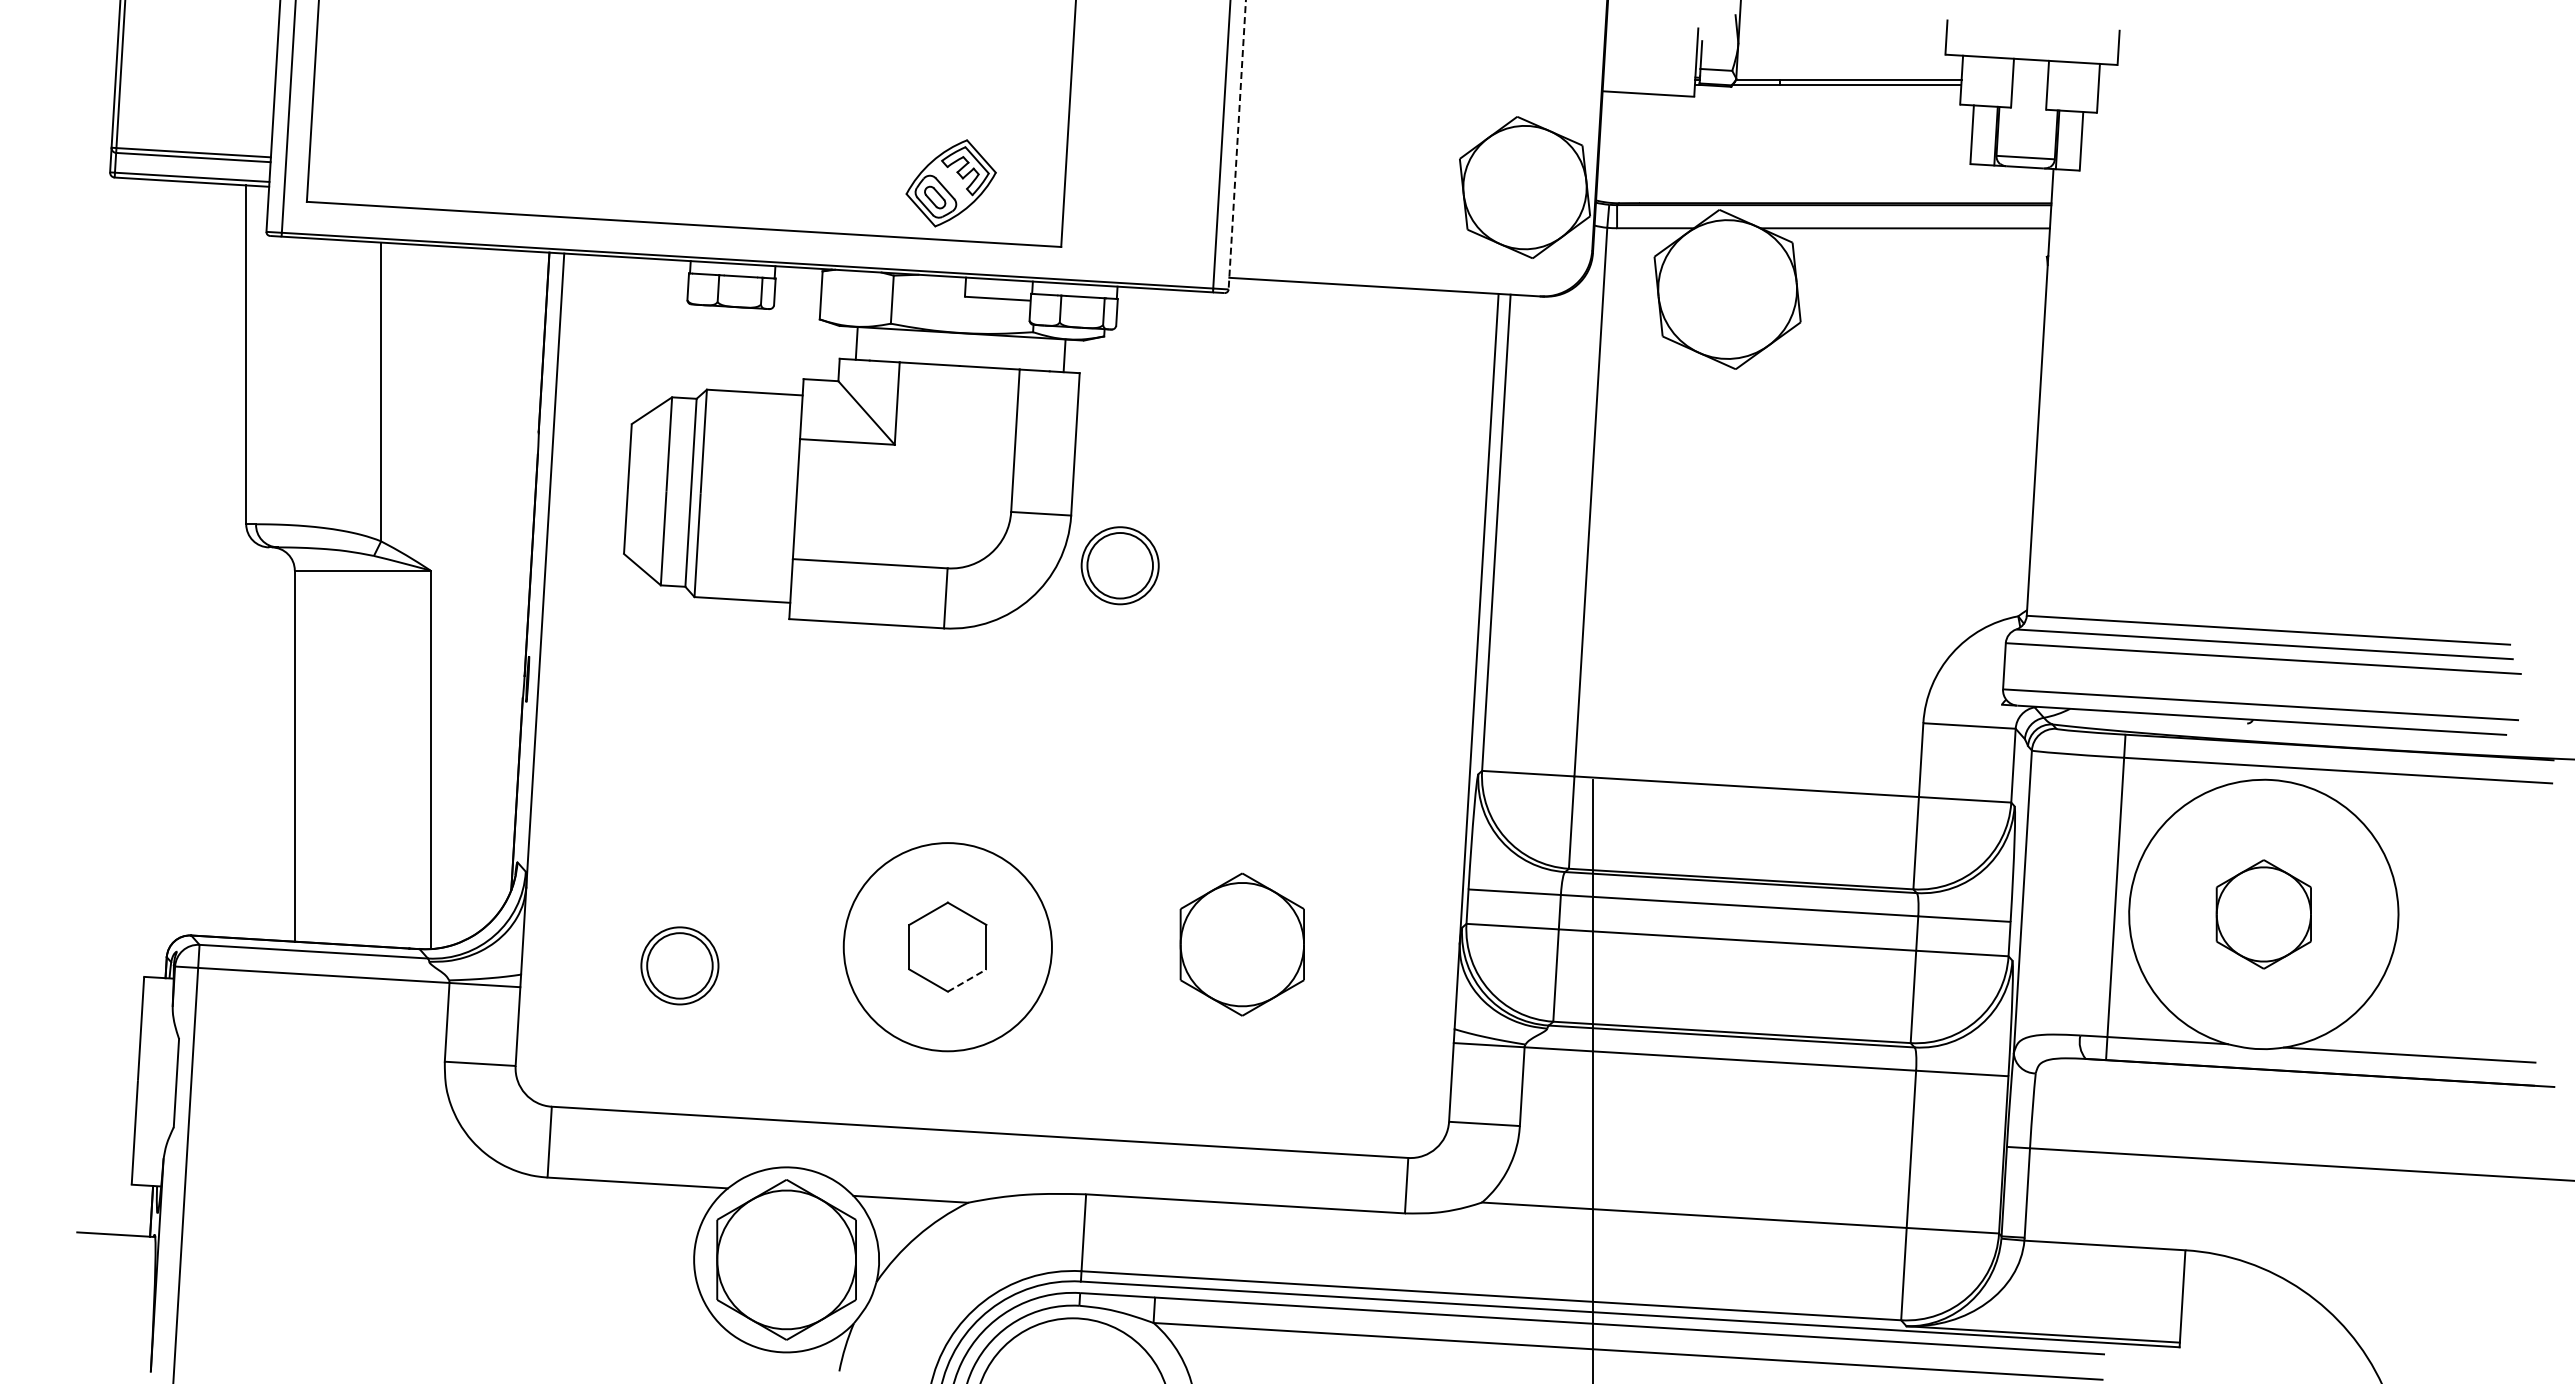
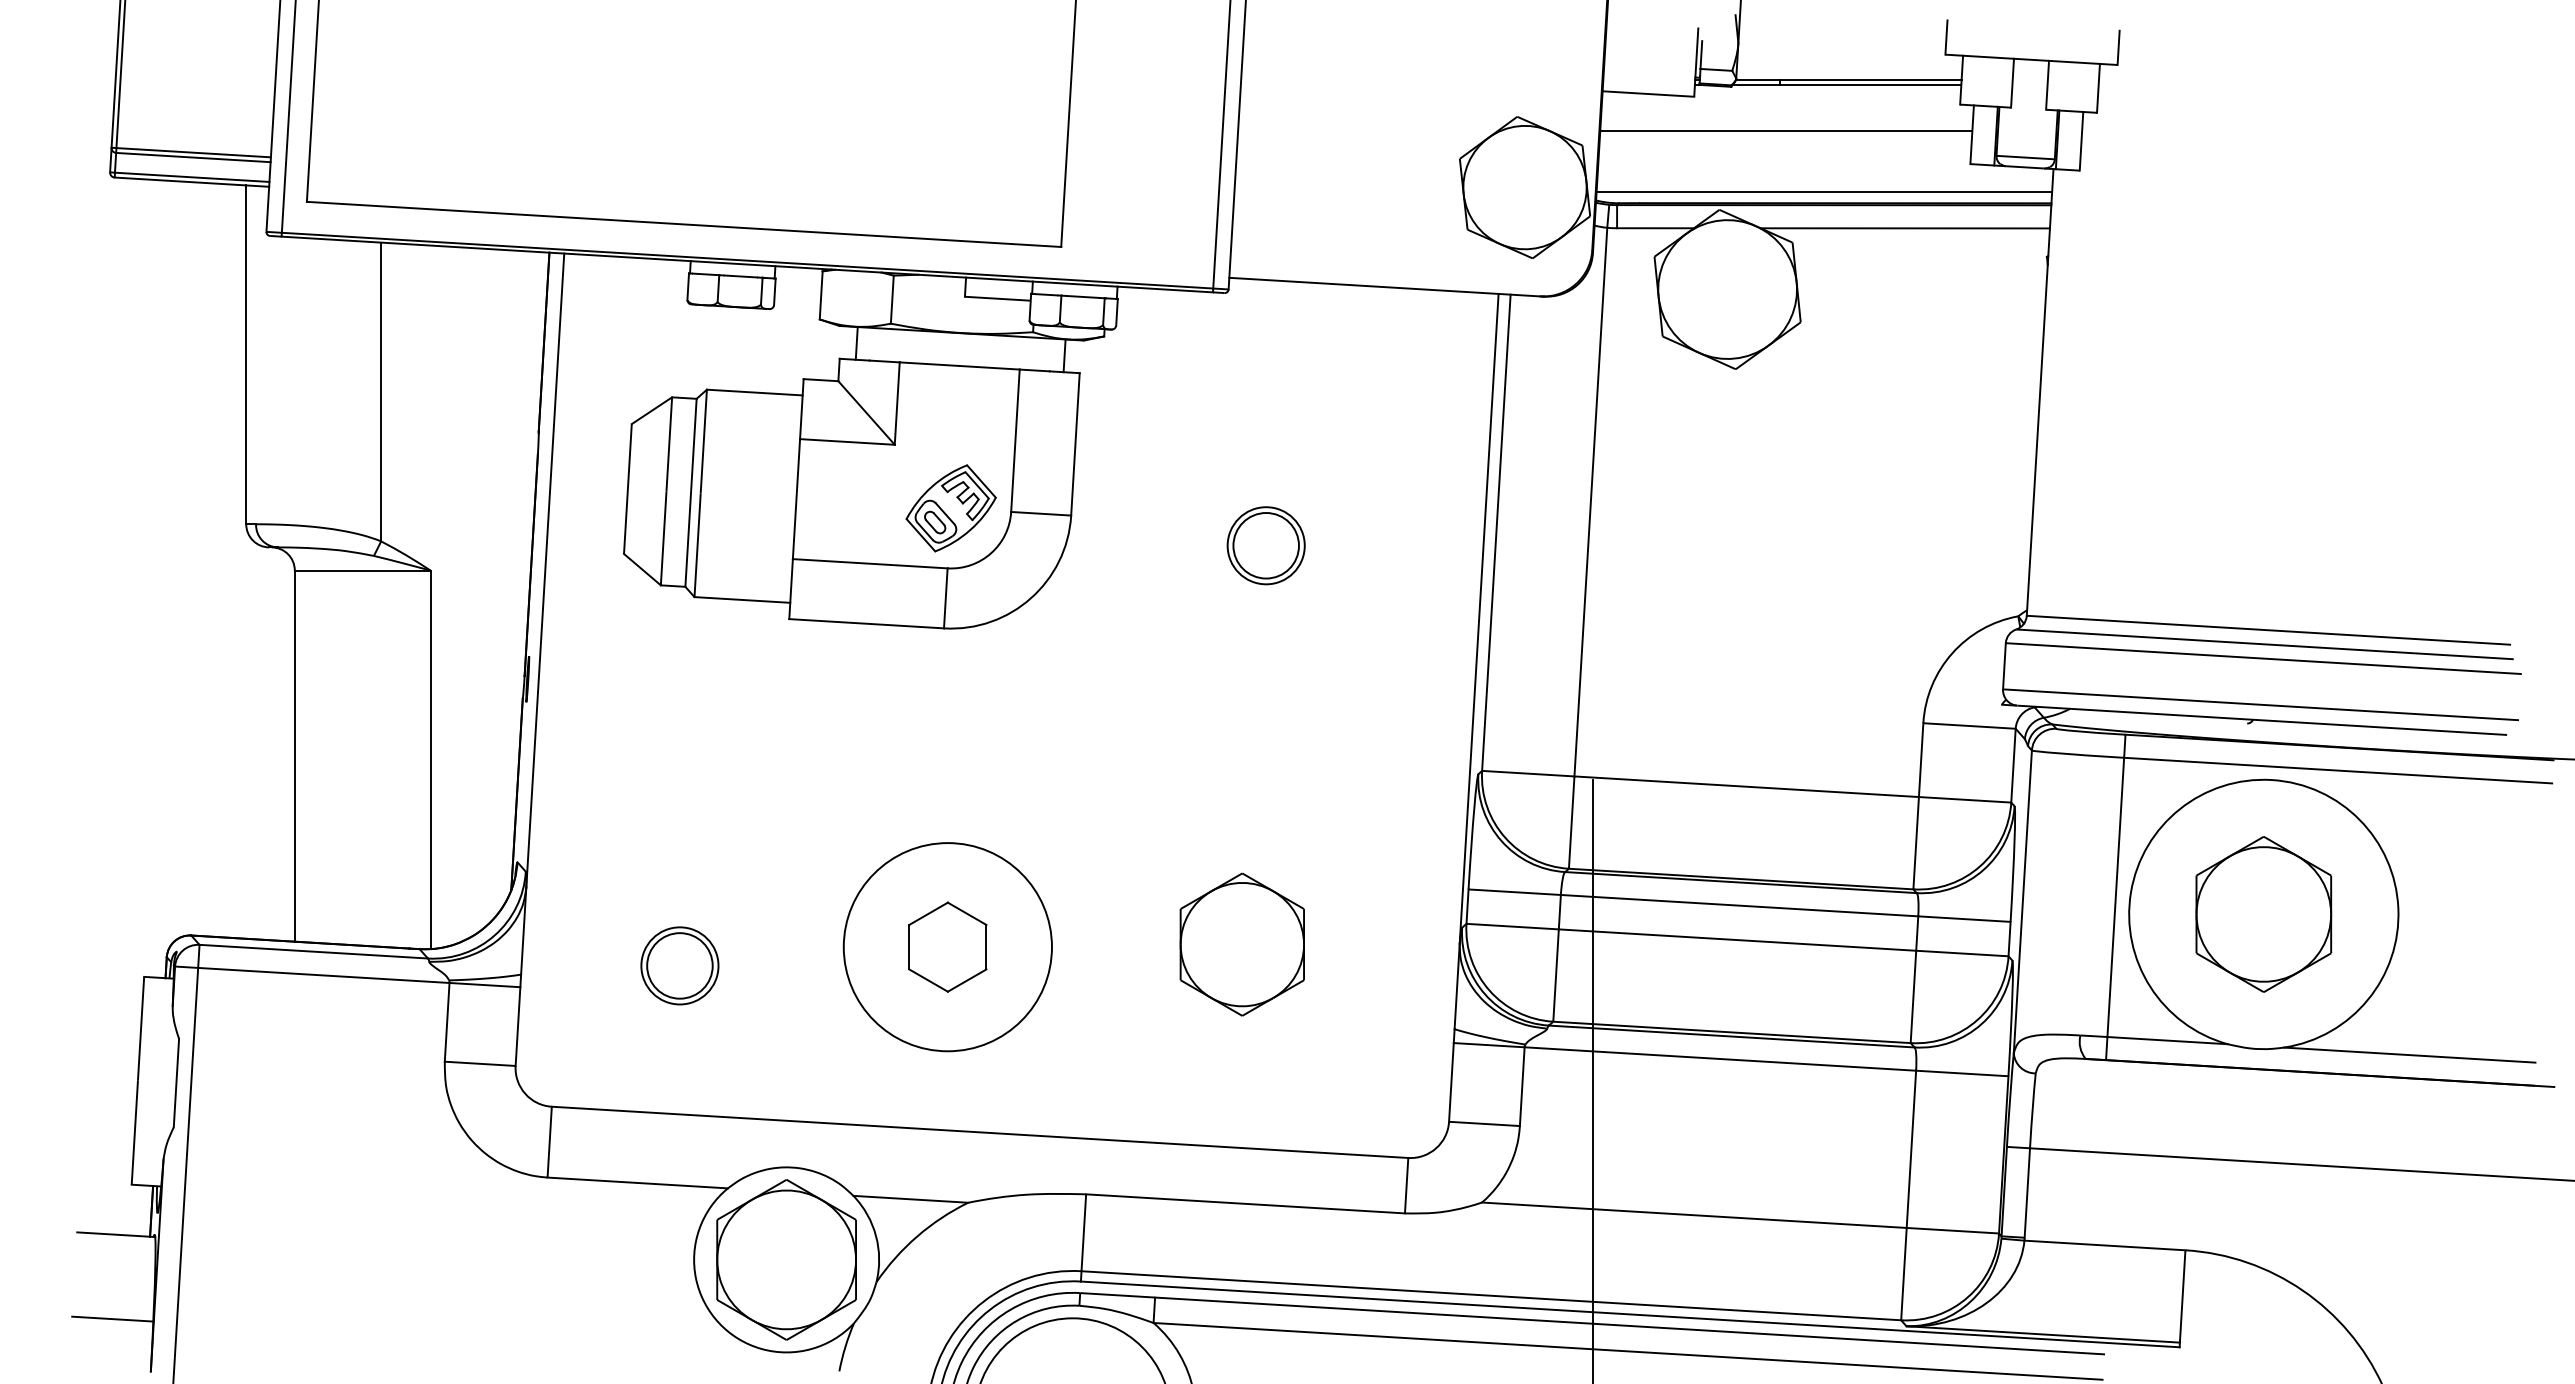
line at (1786, 131): none -> present
line at (1237, 144): dashed -> solid
part at (950, 183) position: (950, 183) -> (950, 508)
line at (1824, 192): none -> present
part at (1119, 565) position: (1119, 565) -> (1265, 545)
part at (2263, 914) size: 97x111 px -> 138x157 px
line at (967, 980): dashed -> solid
line at (112, 1318): none -> present
